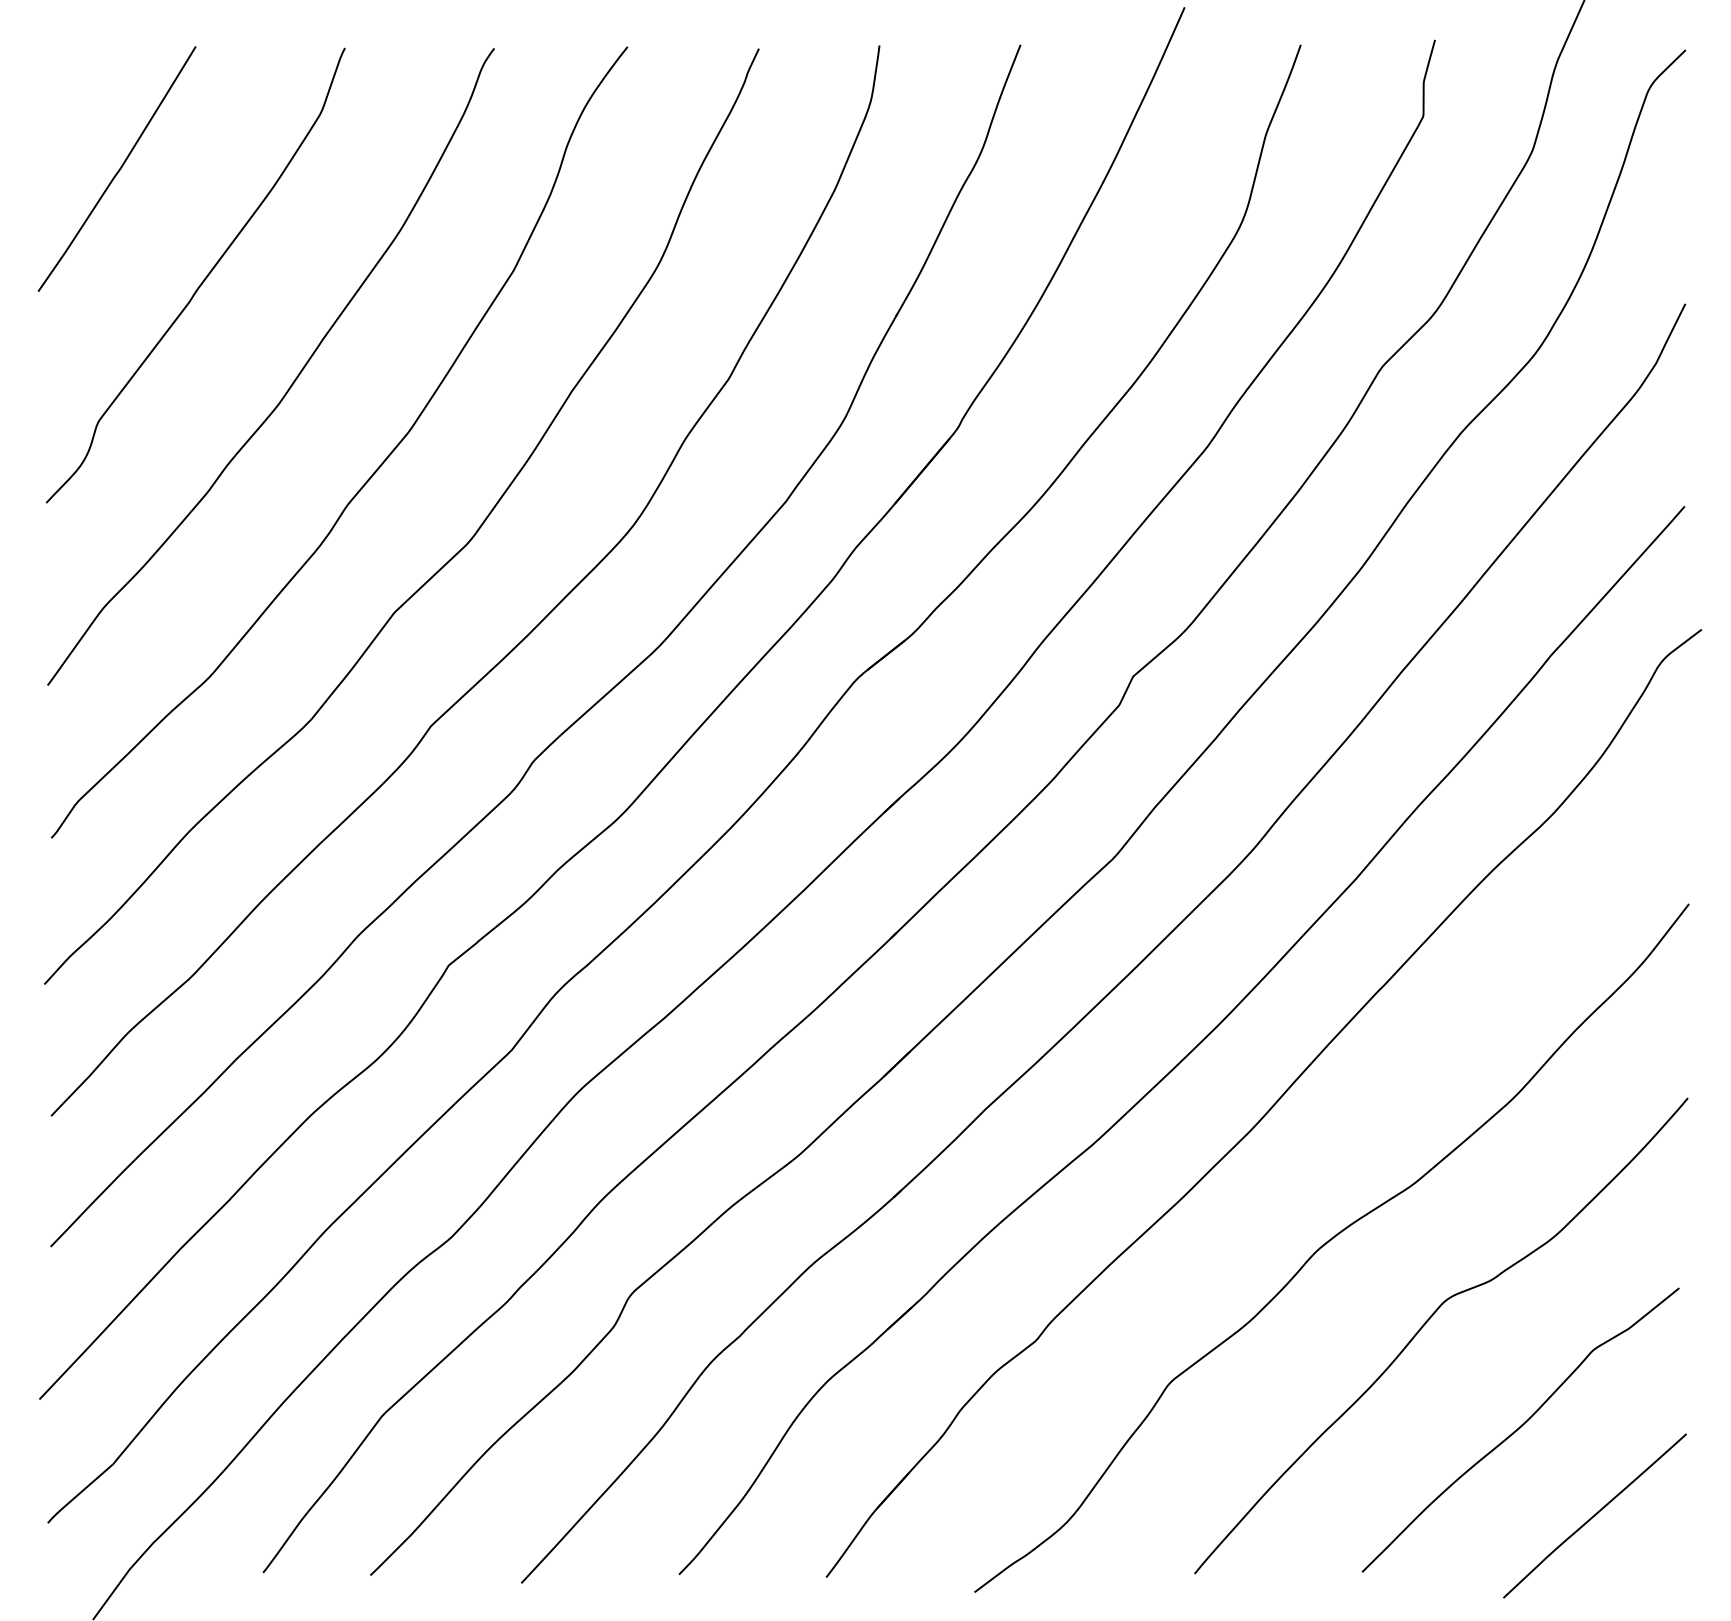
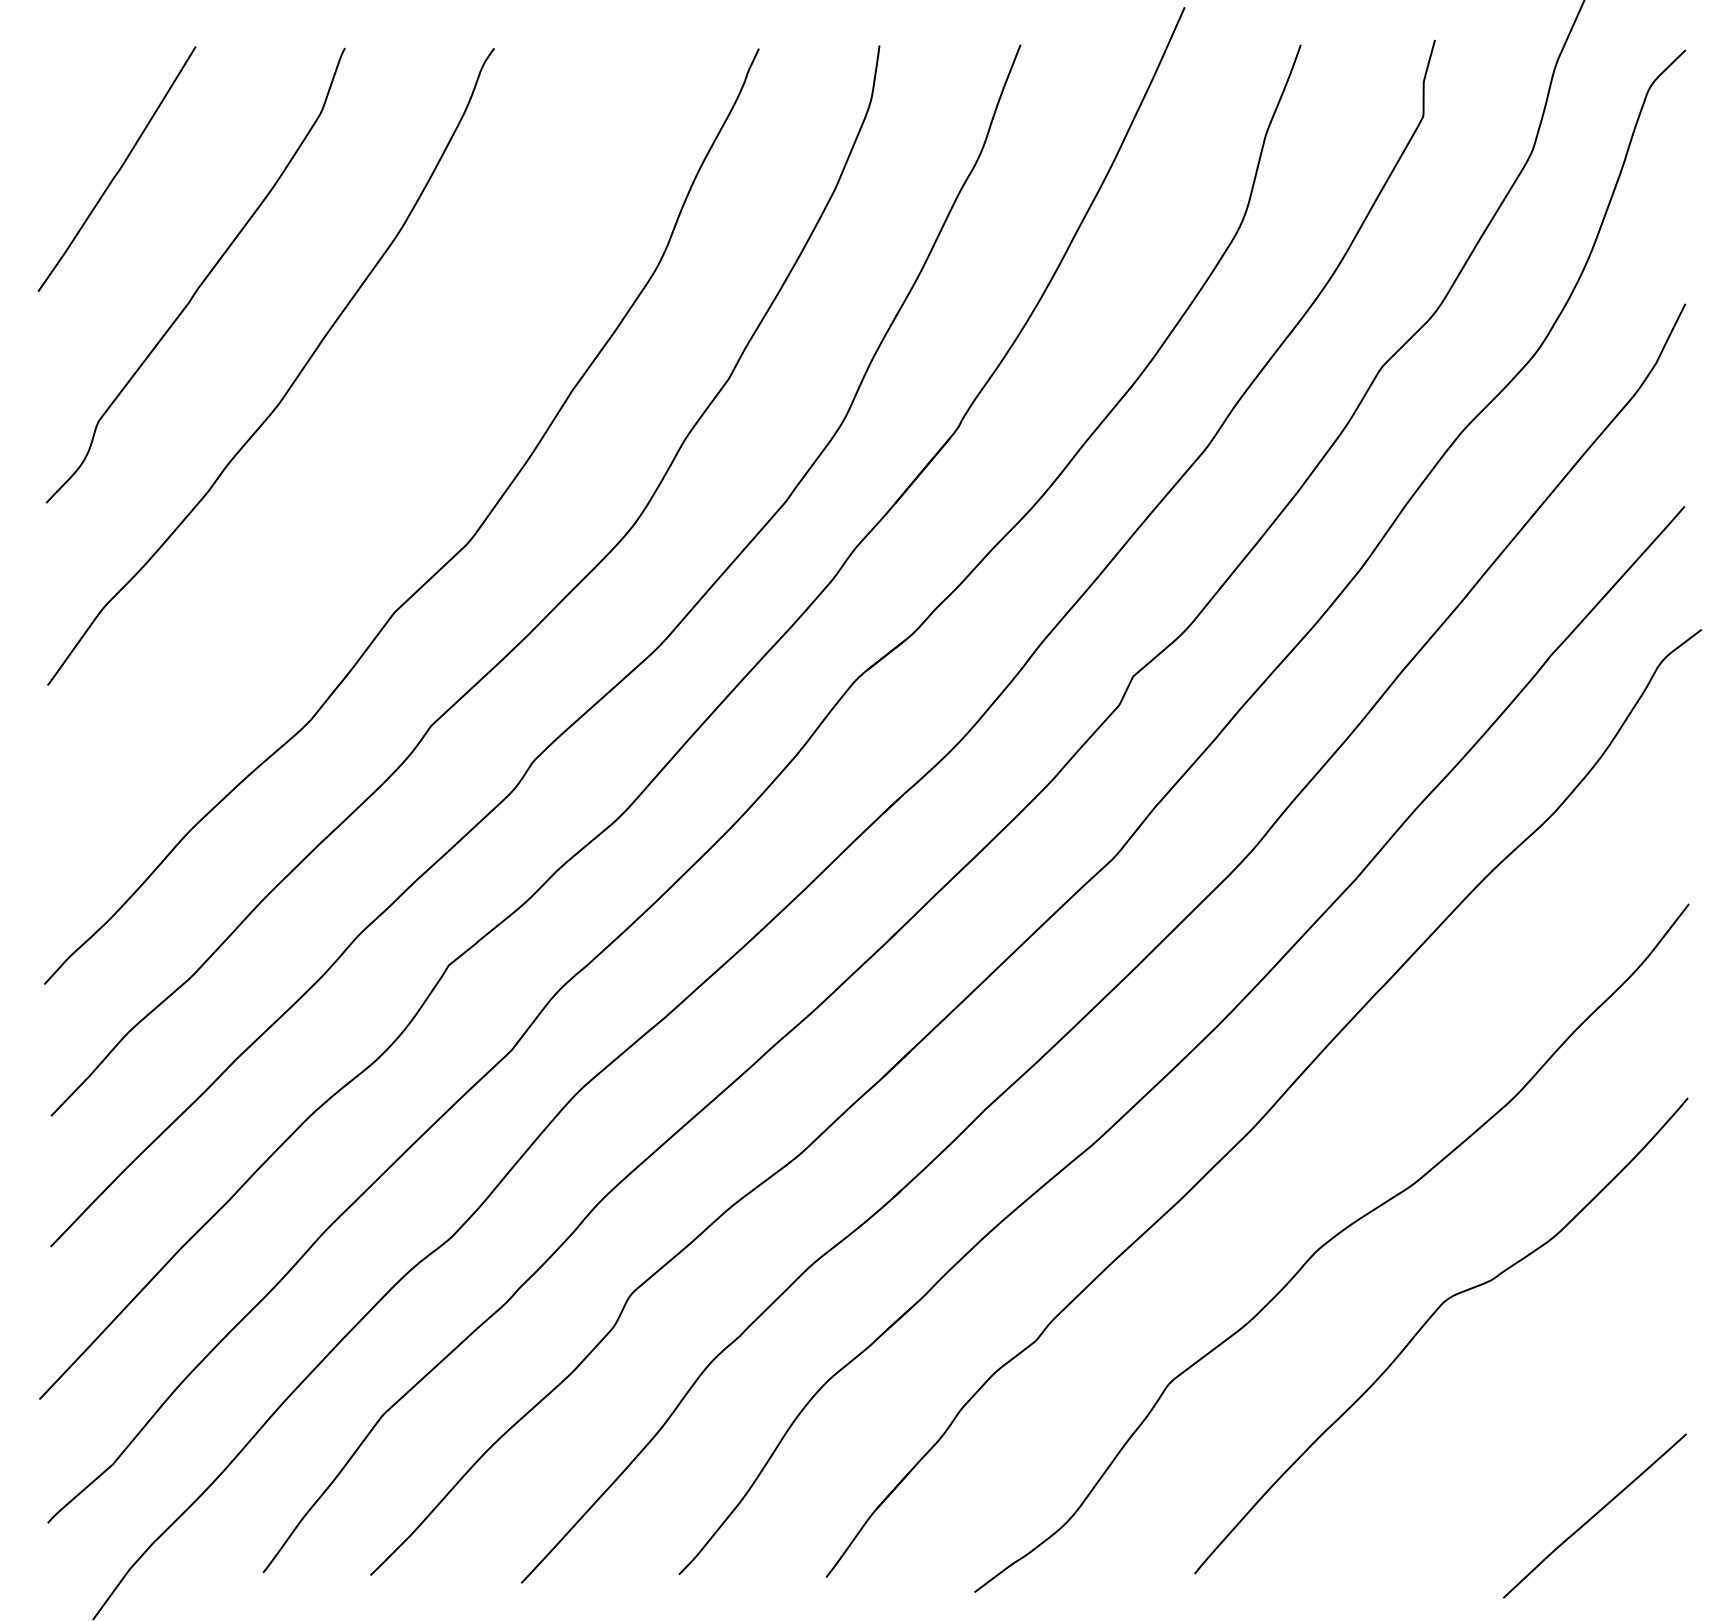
curve at (372, 473): present -> none
curve at (1520, 1428): present -> none
